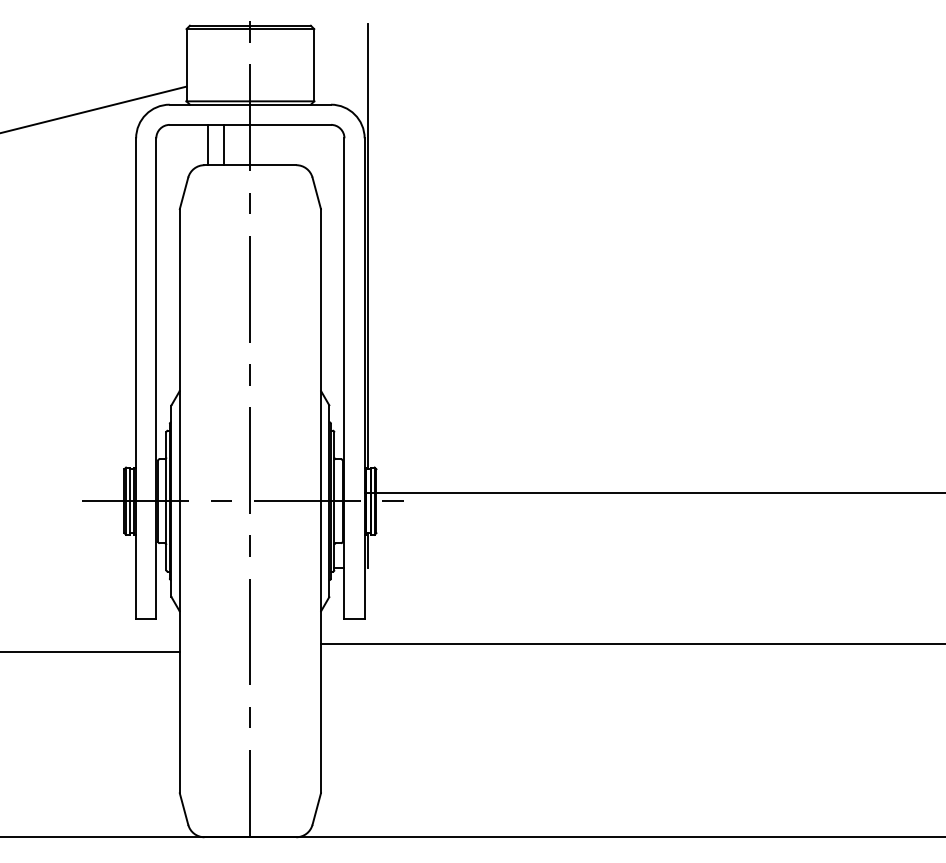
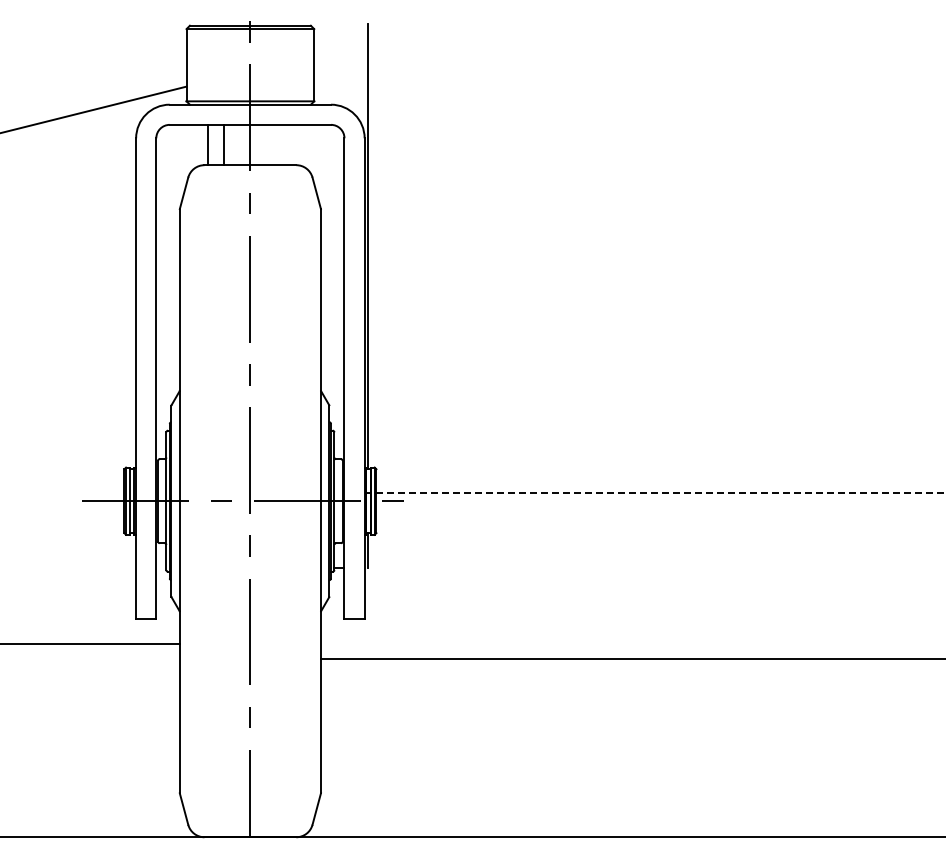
line at (655, 492): solid -> dashed
line at (631, 644) position: (631, 644) -> (631, 659)
line at (90, 652) position: (90, 652) -> (90, 644)
